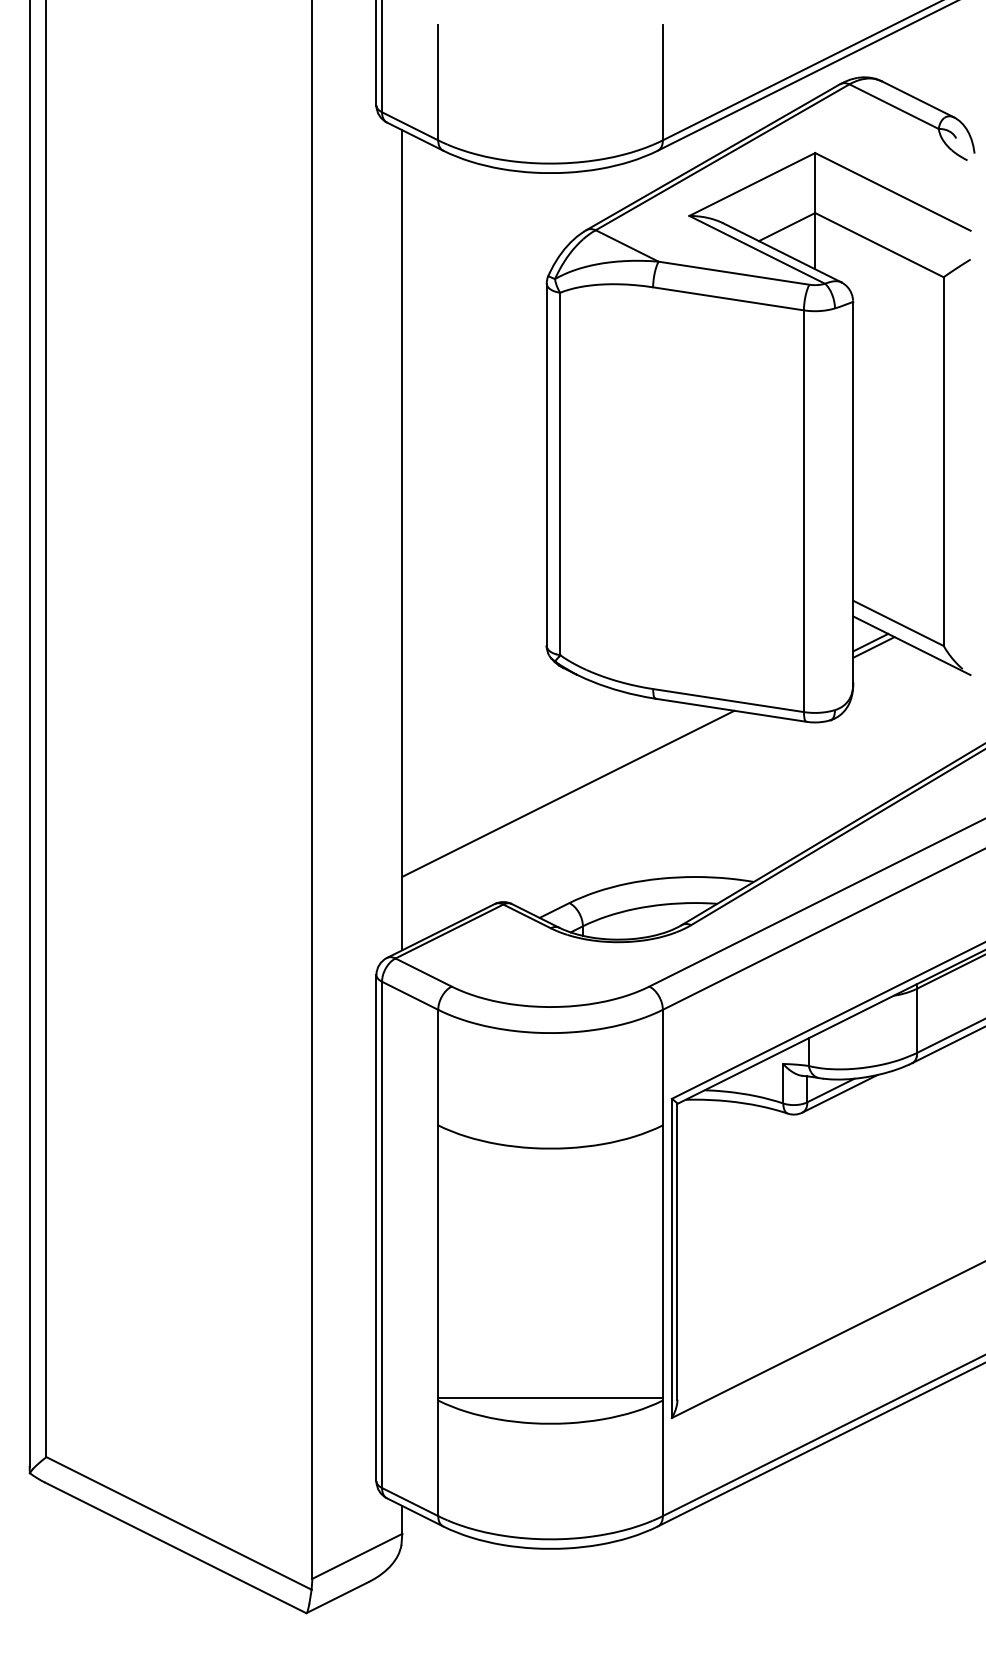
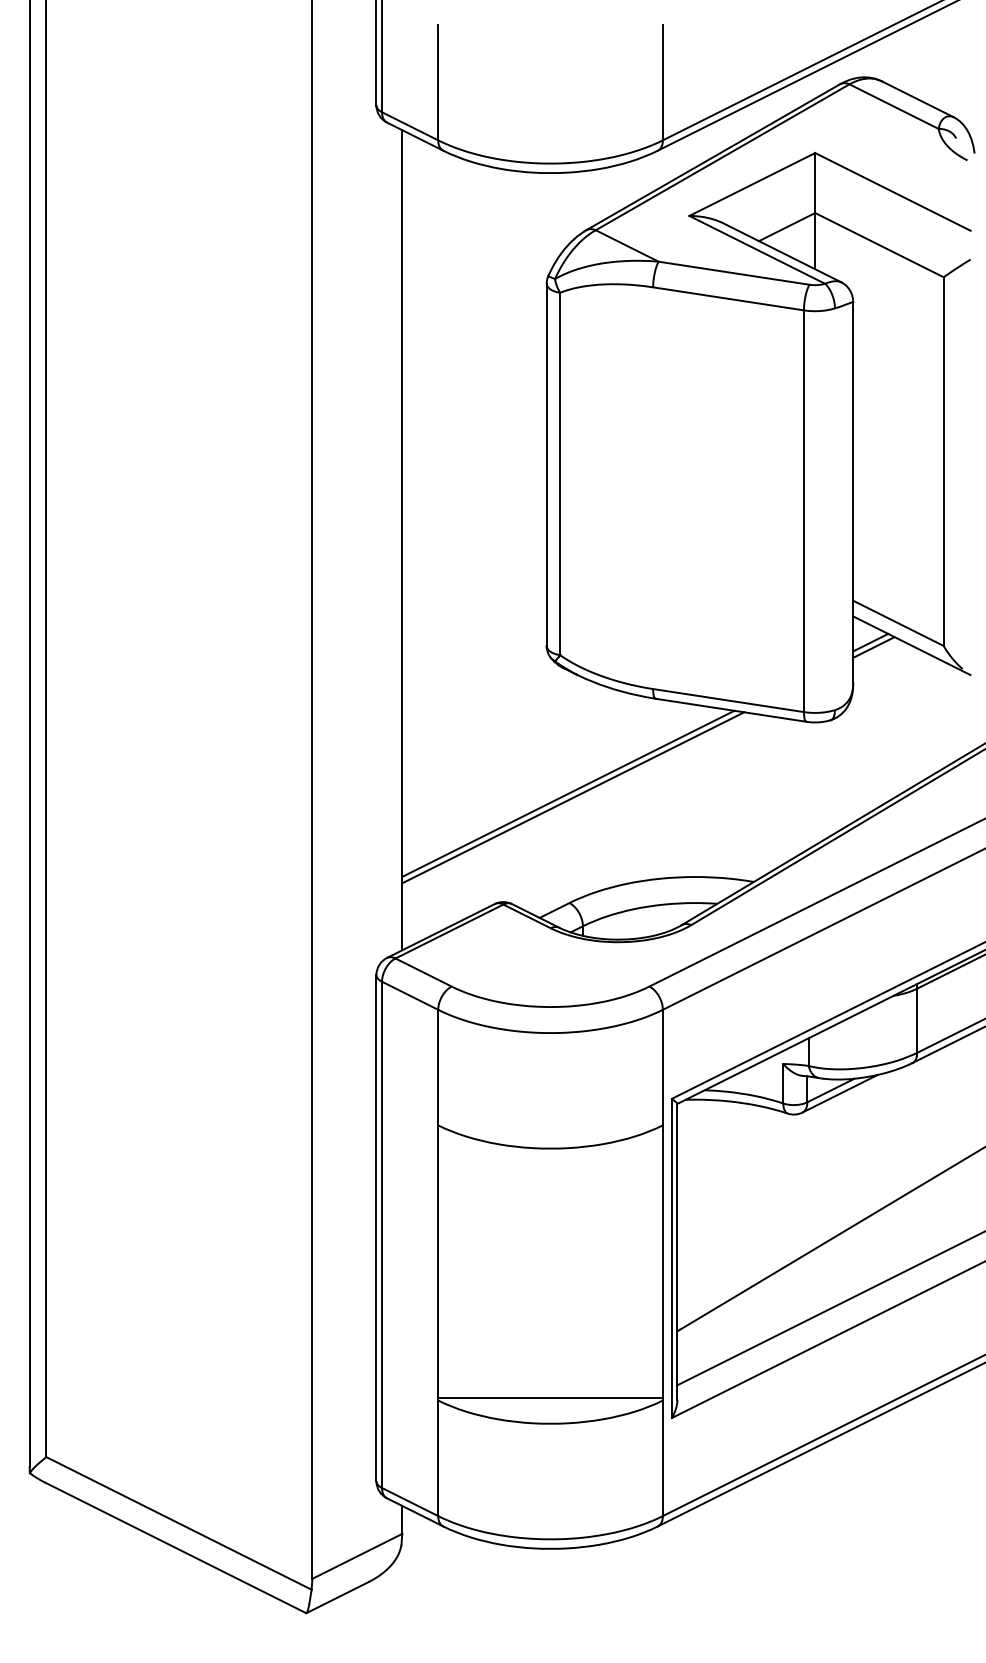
line at (573, 797): none -> present
line at (829, 1239): none -> present
line at (829, 1308): none -> present
